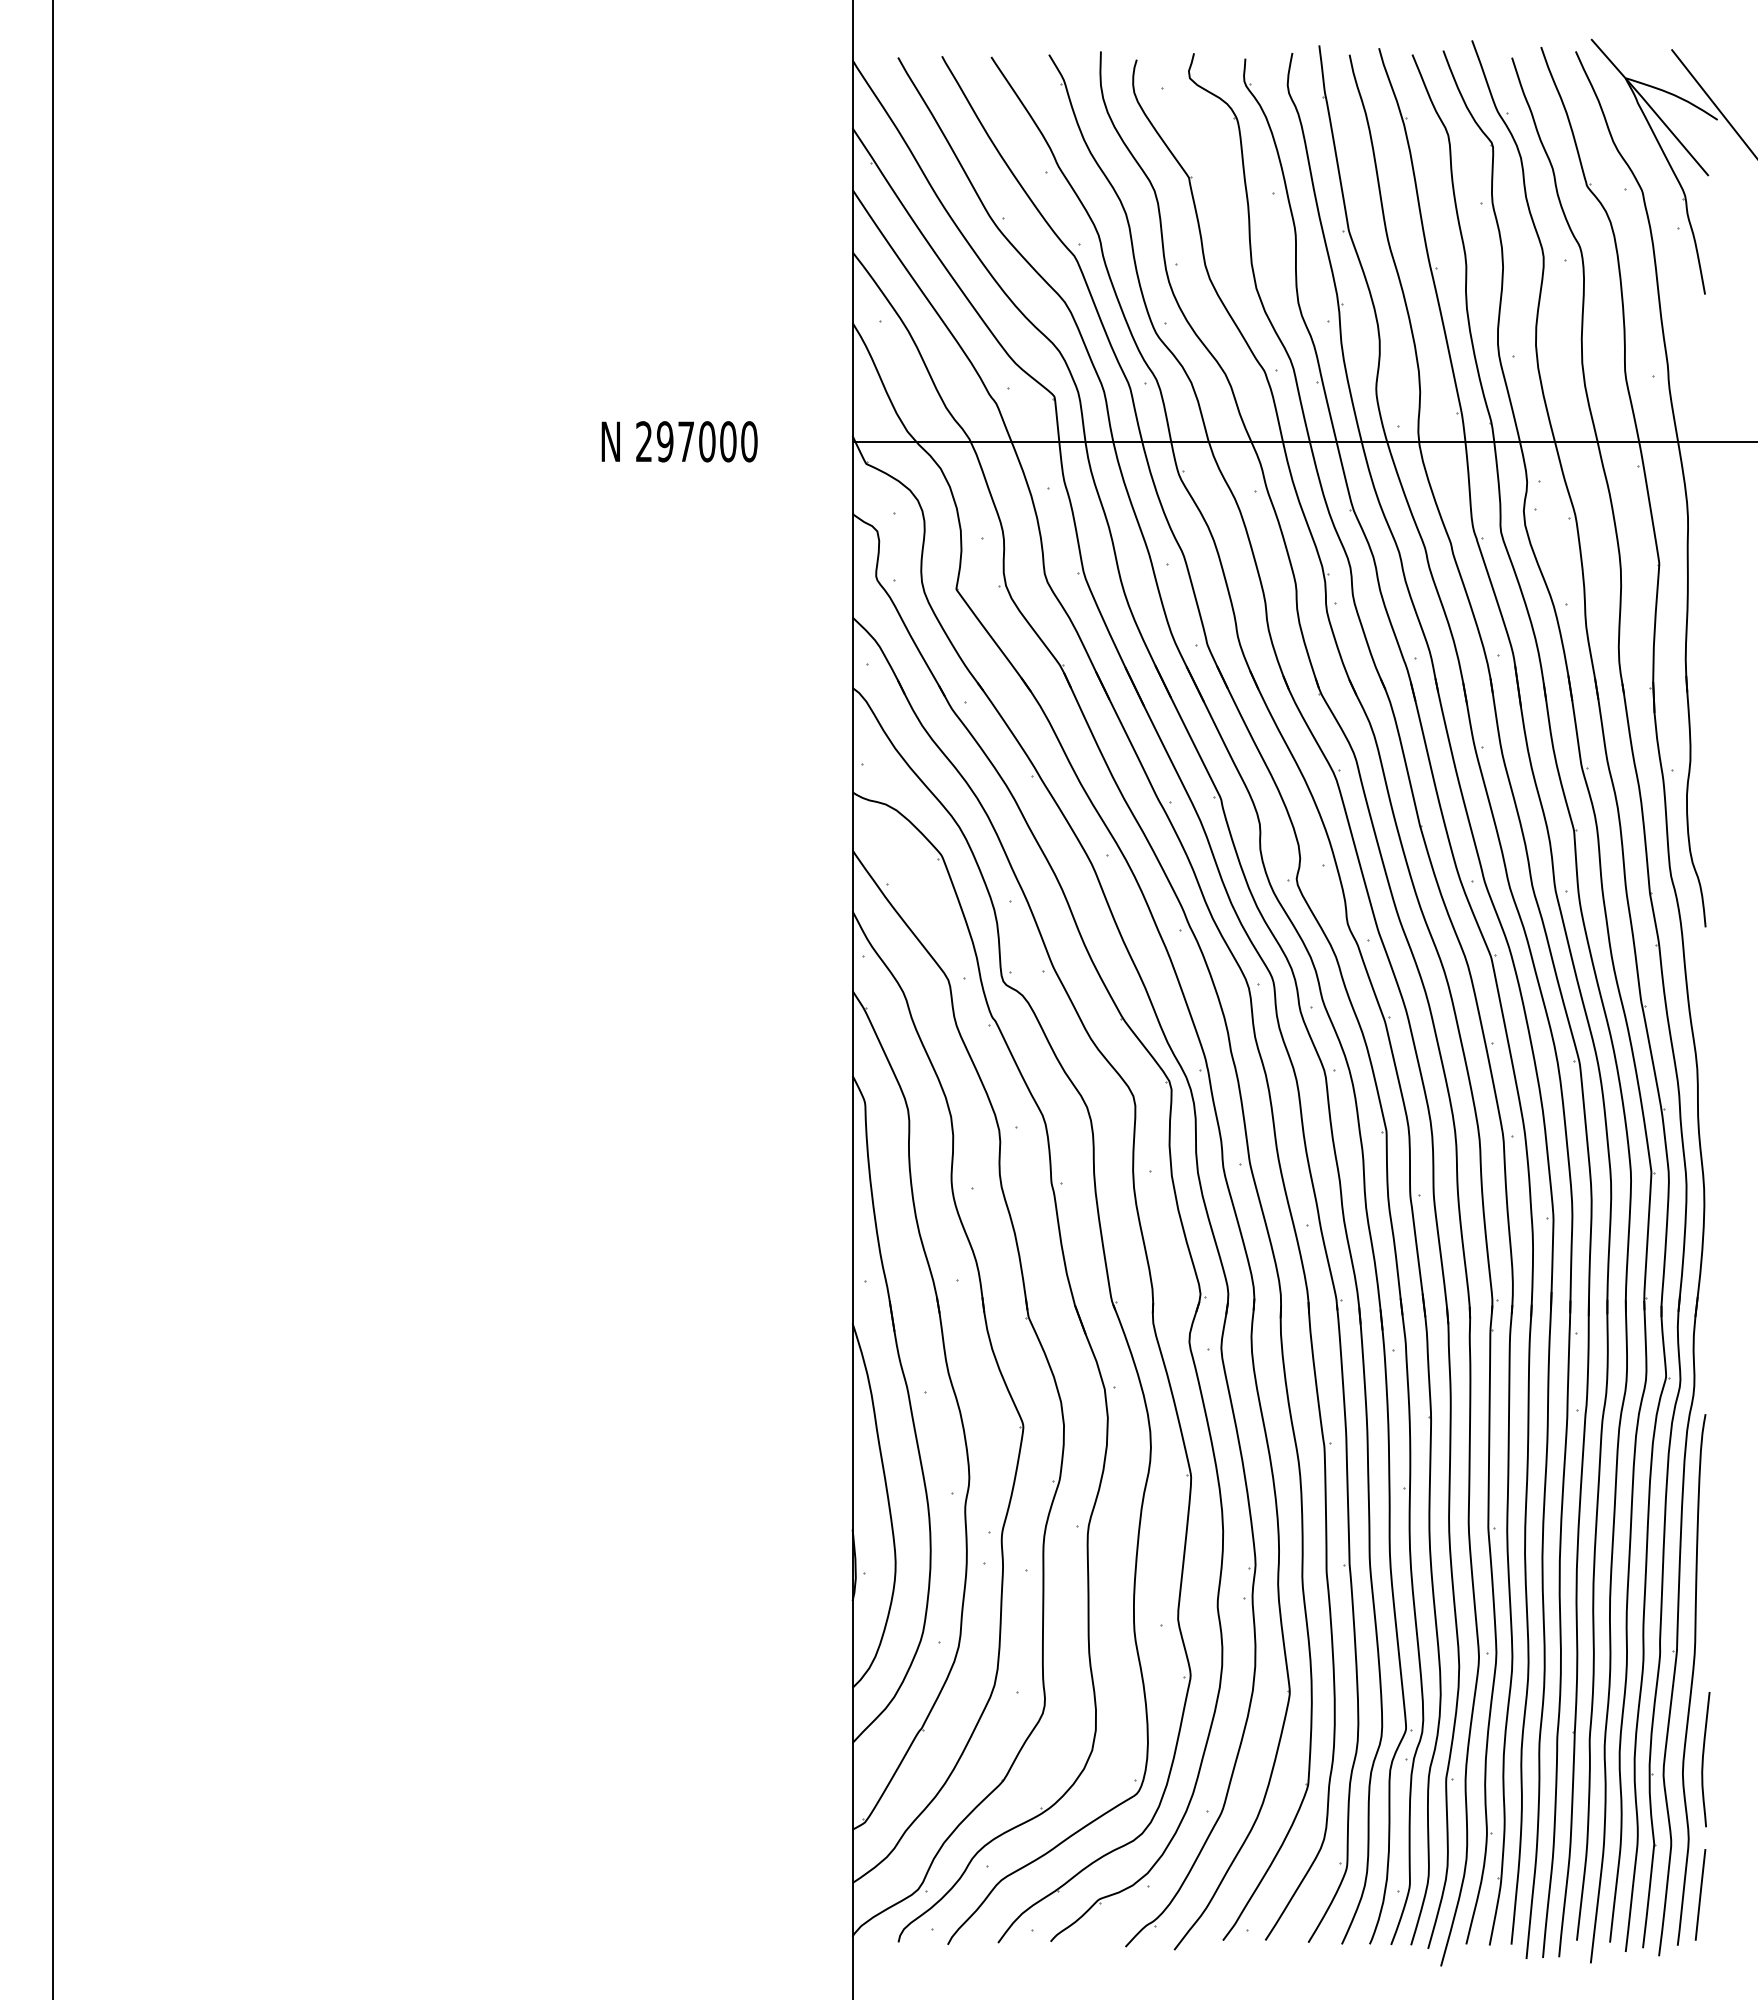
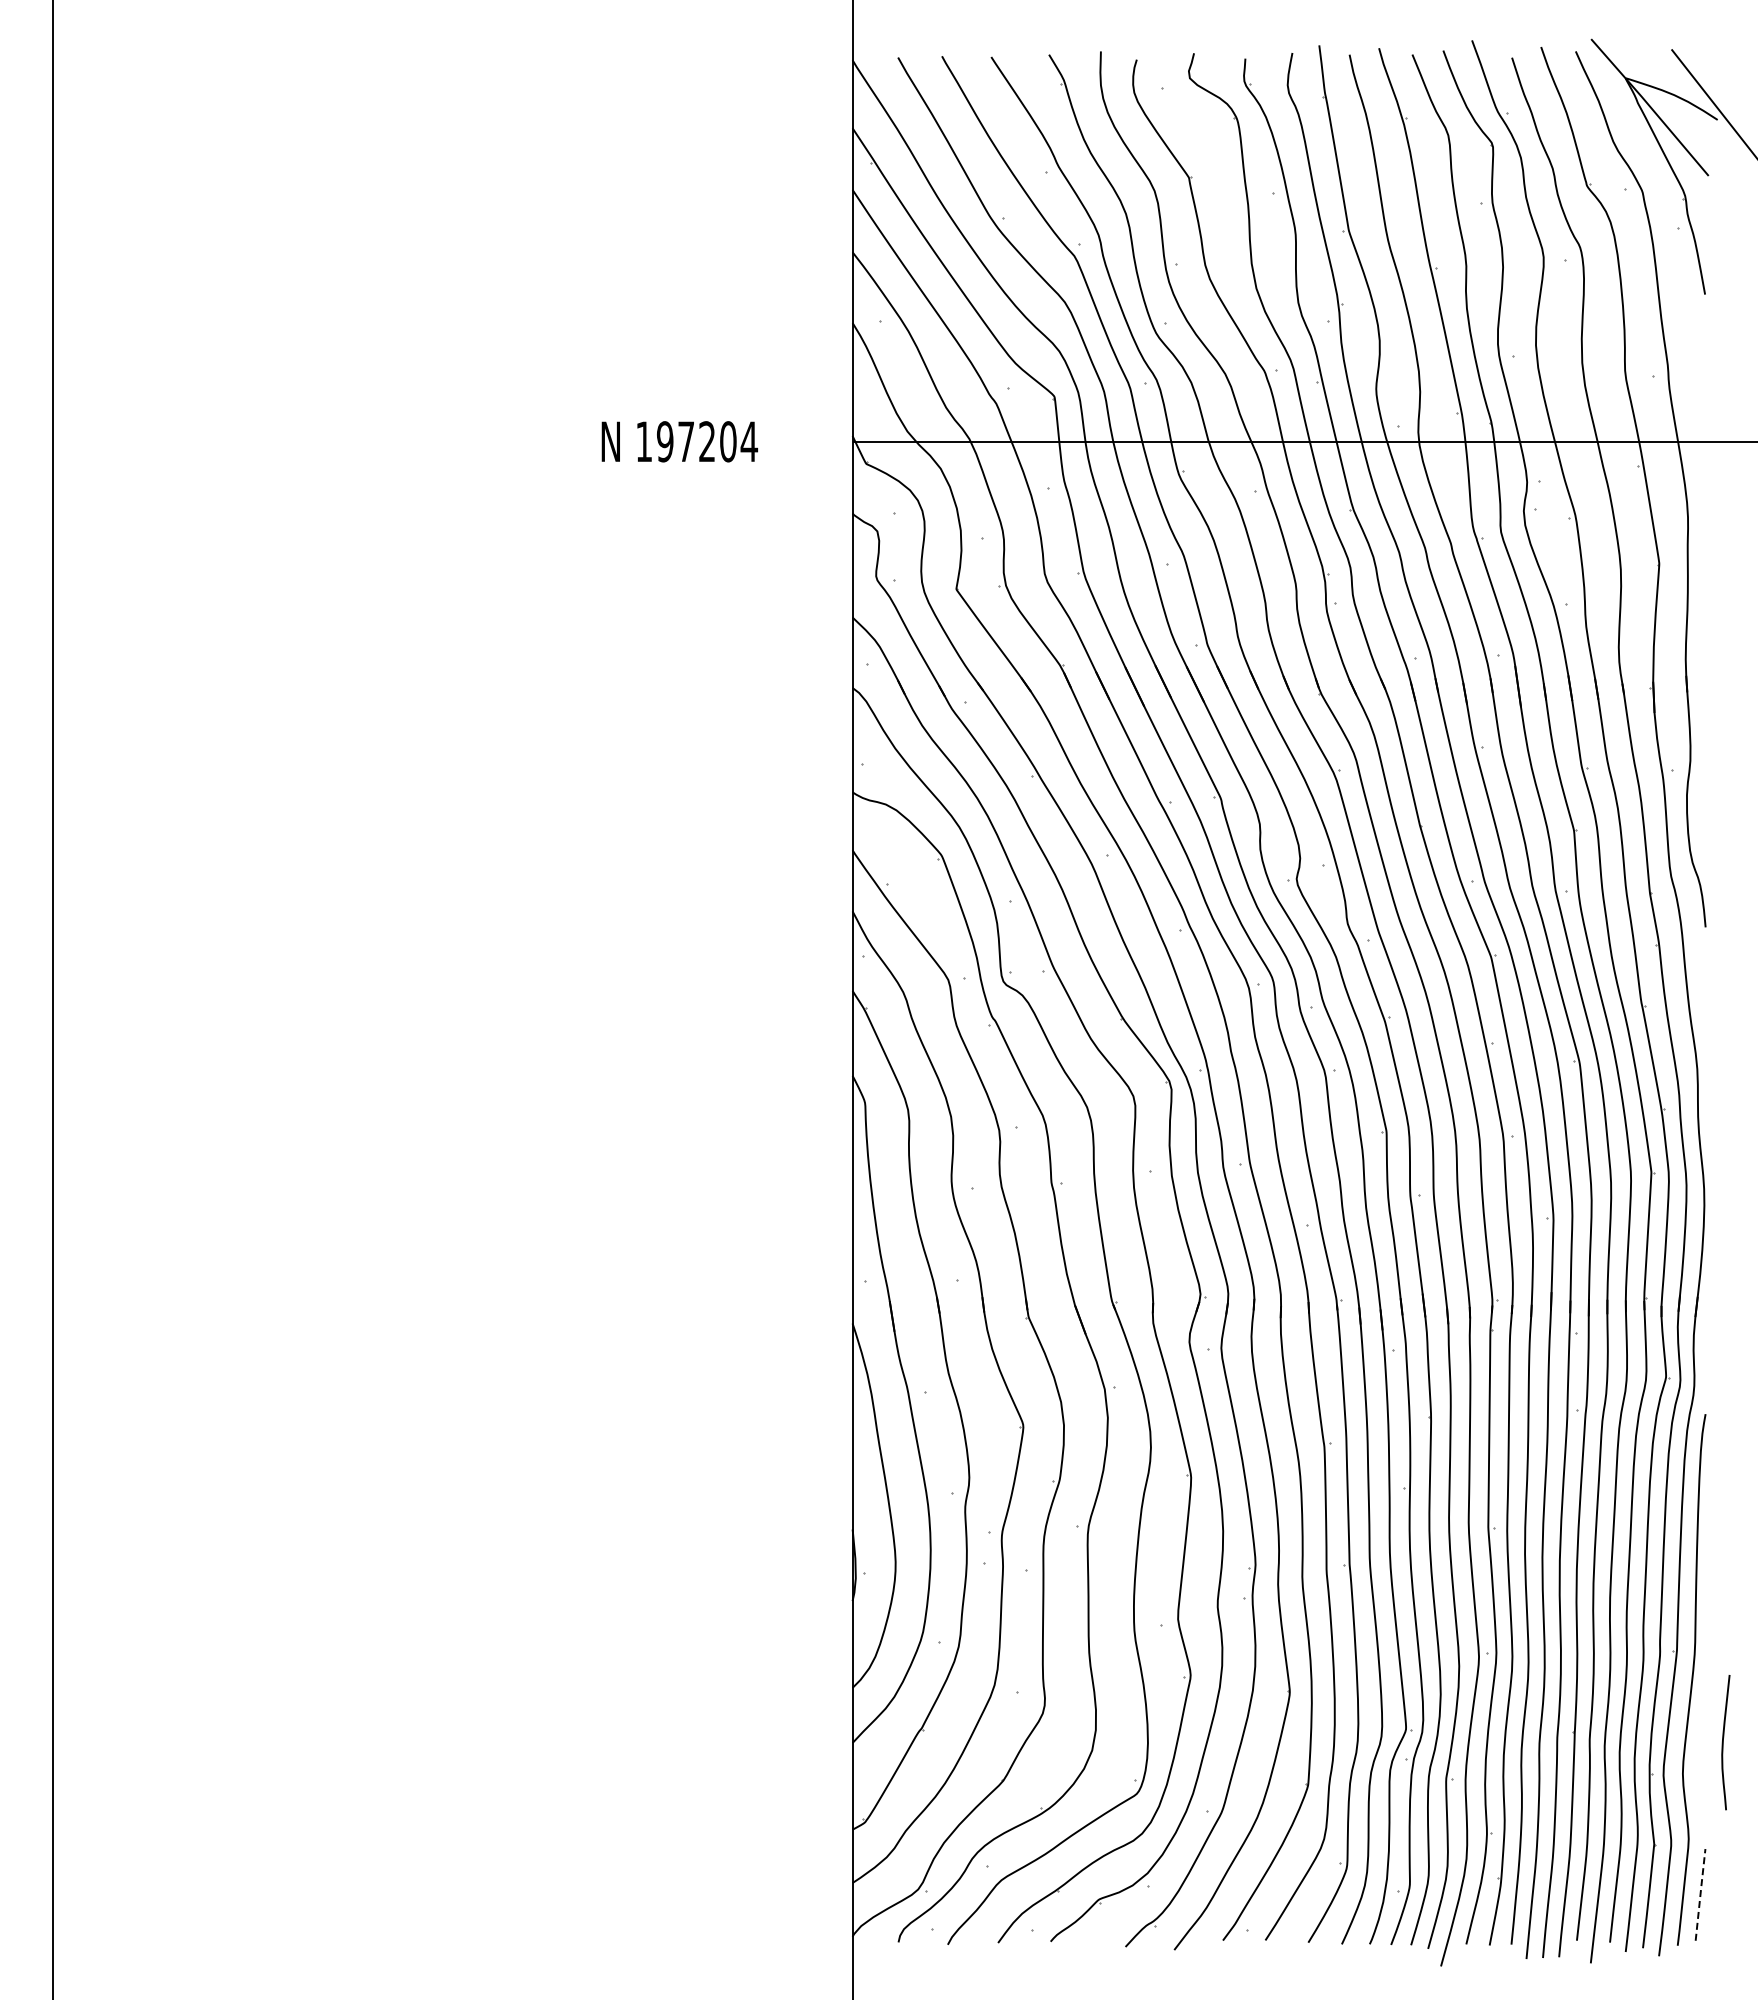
text at (697, 441): 297000 -> 197204
curve at (1703, 1759) position: (1703, 1759) -> (1723, 1742)
line at (1700, 1893): solid -> dashed
